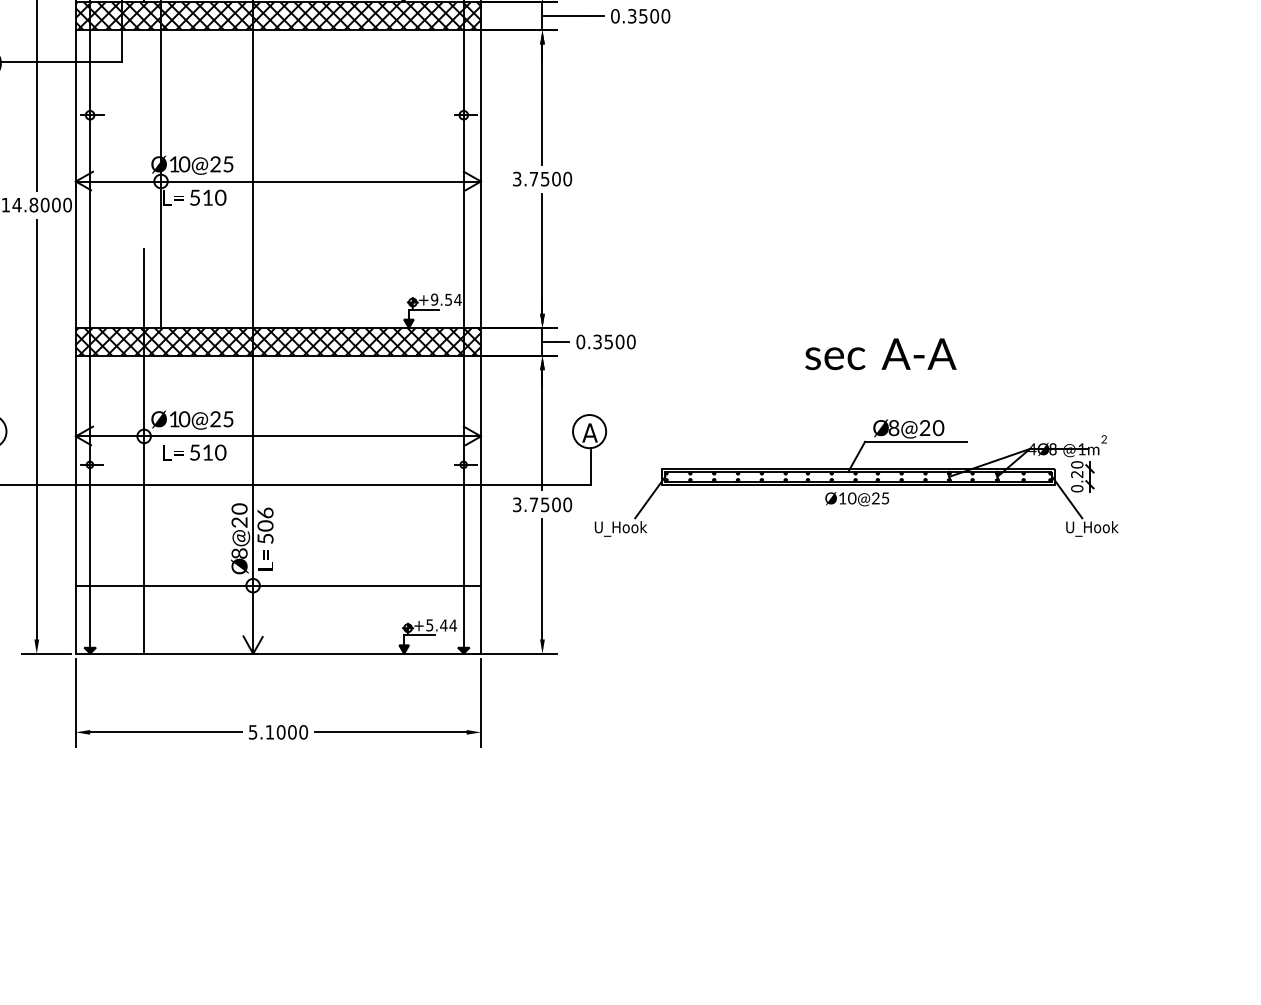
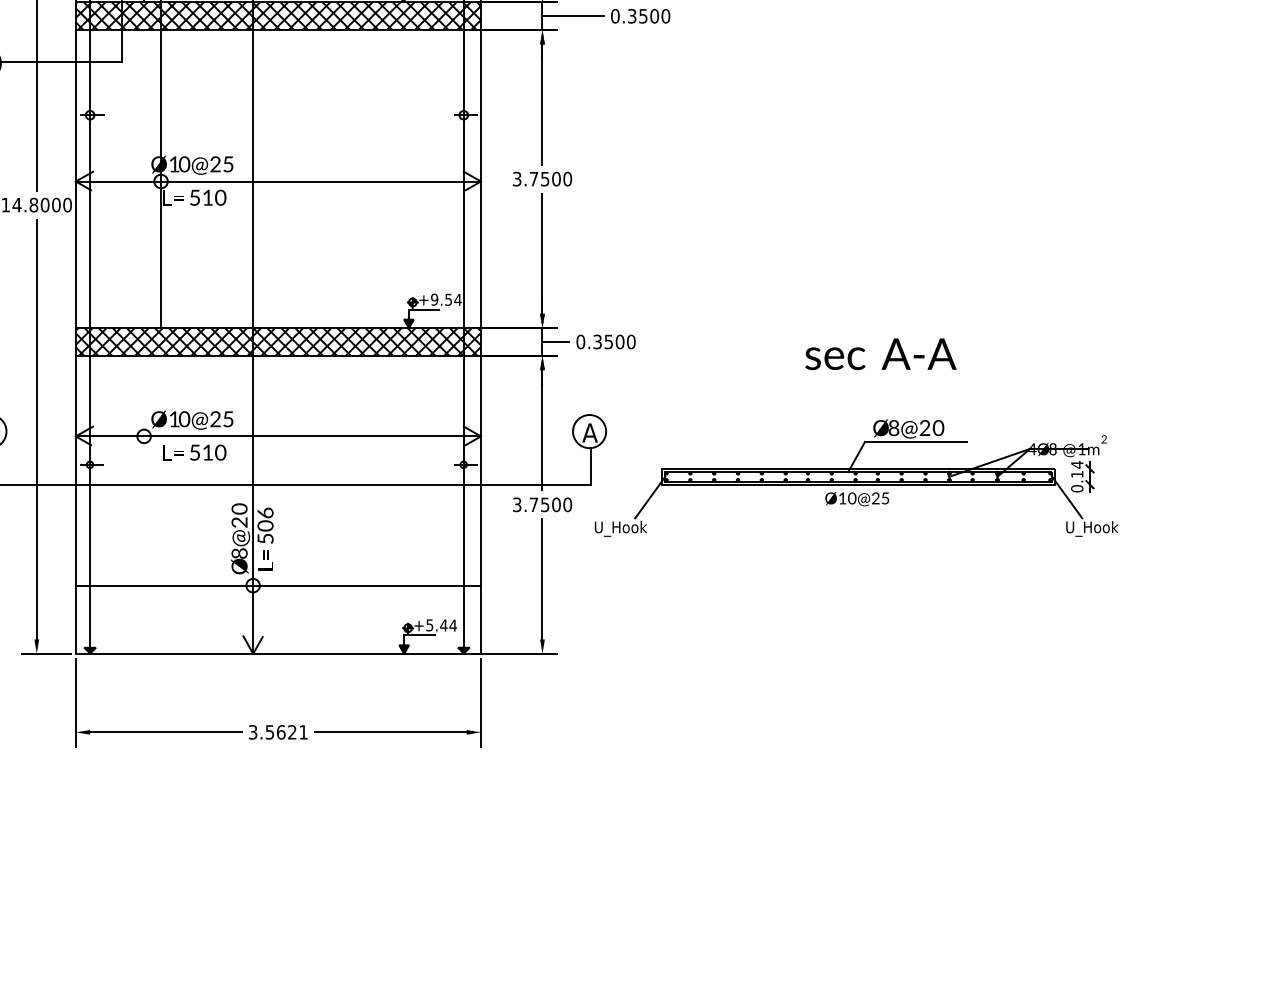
line at (144, 450): present -> none
text at (1077, 469): 0.20 -> 0.14
text at (278, 732): 5.1000 -> 3.5621
